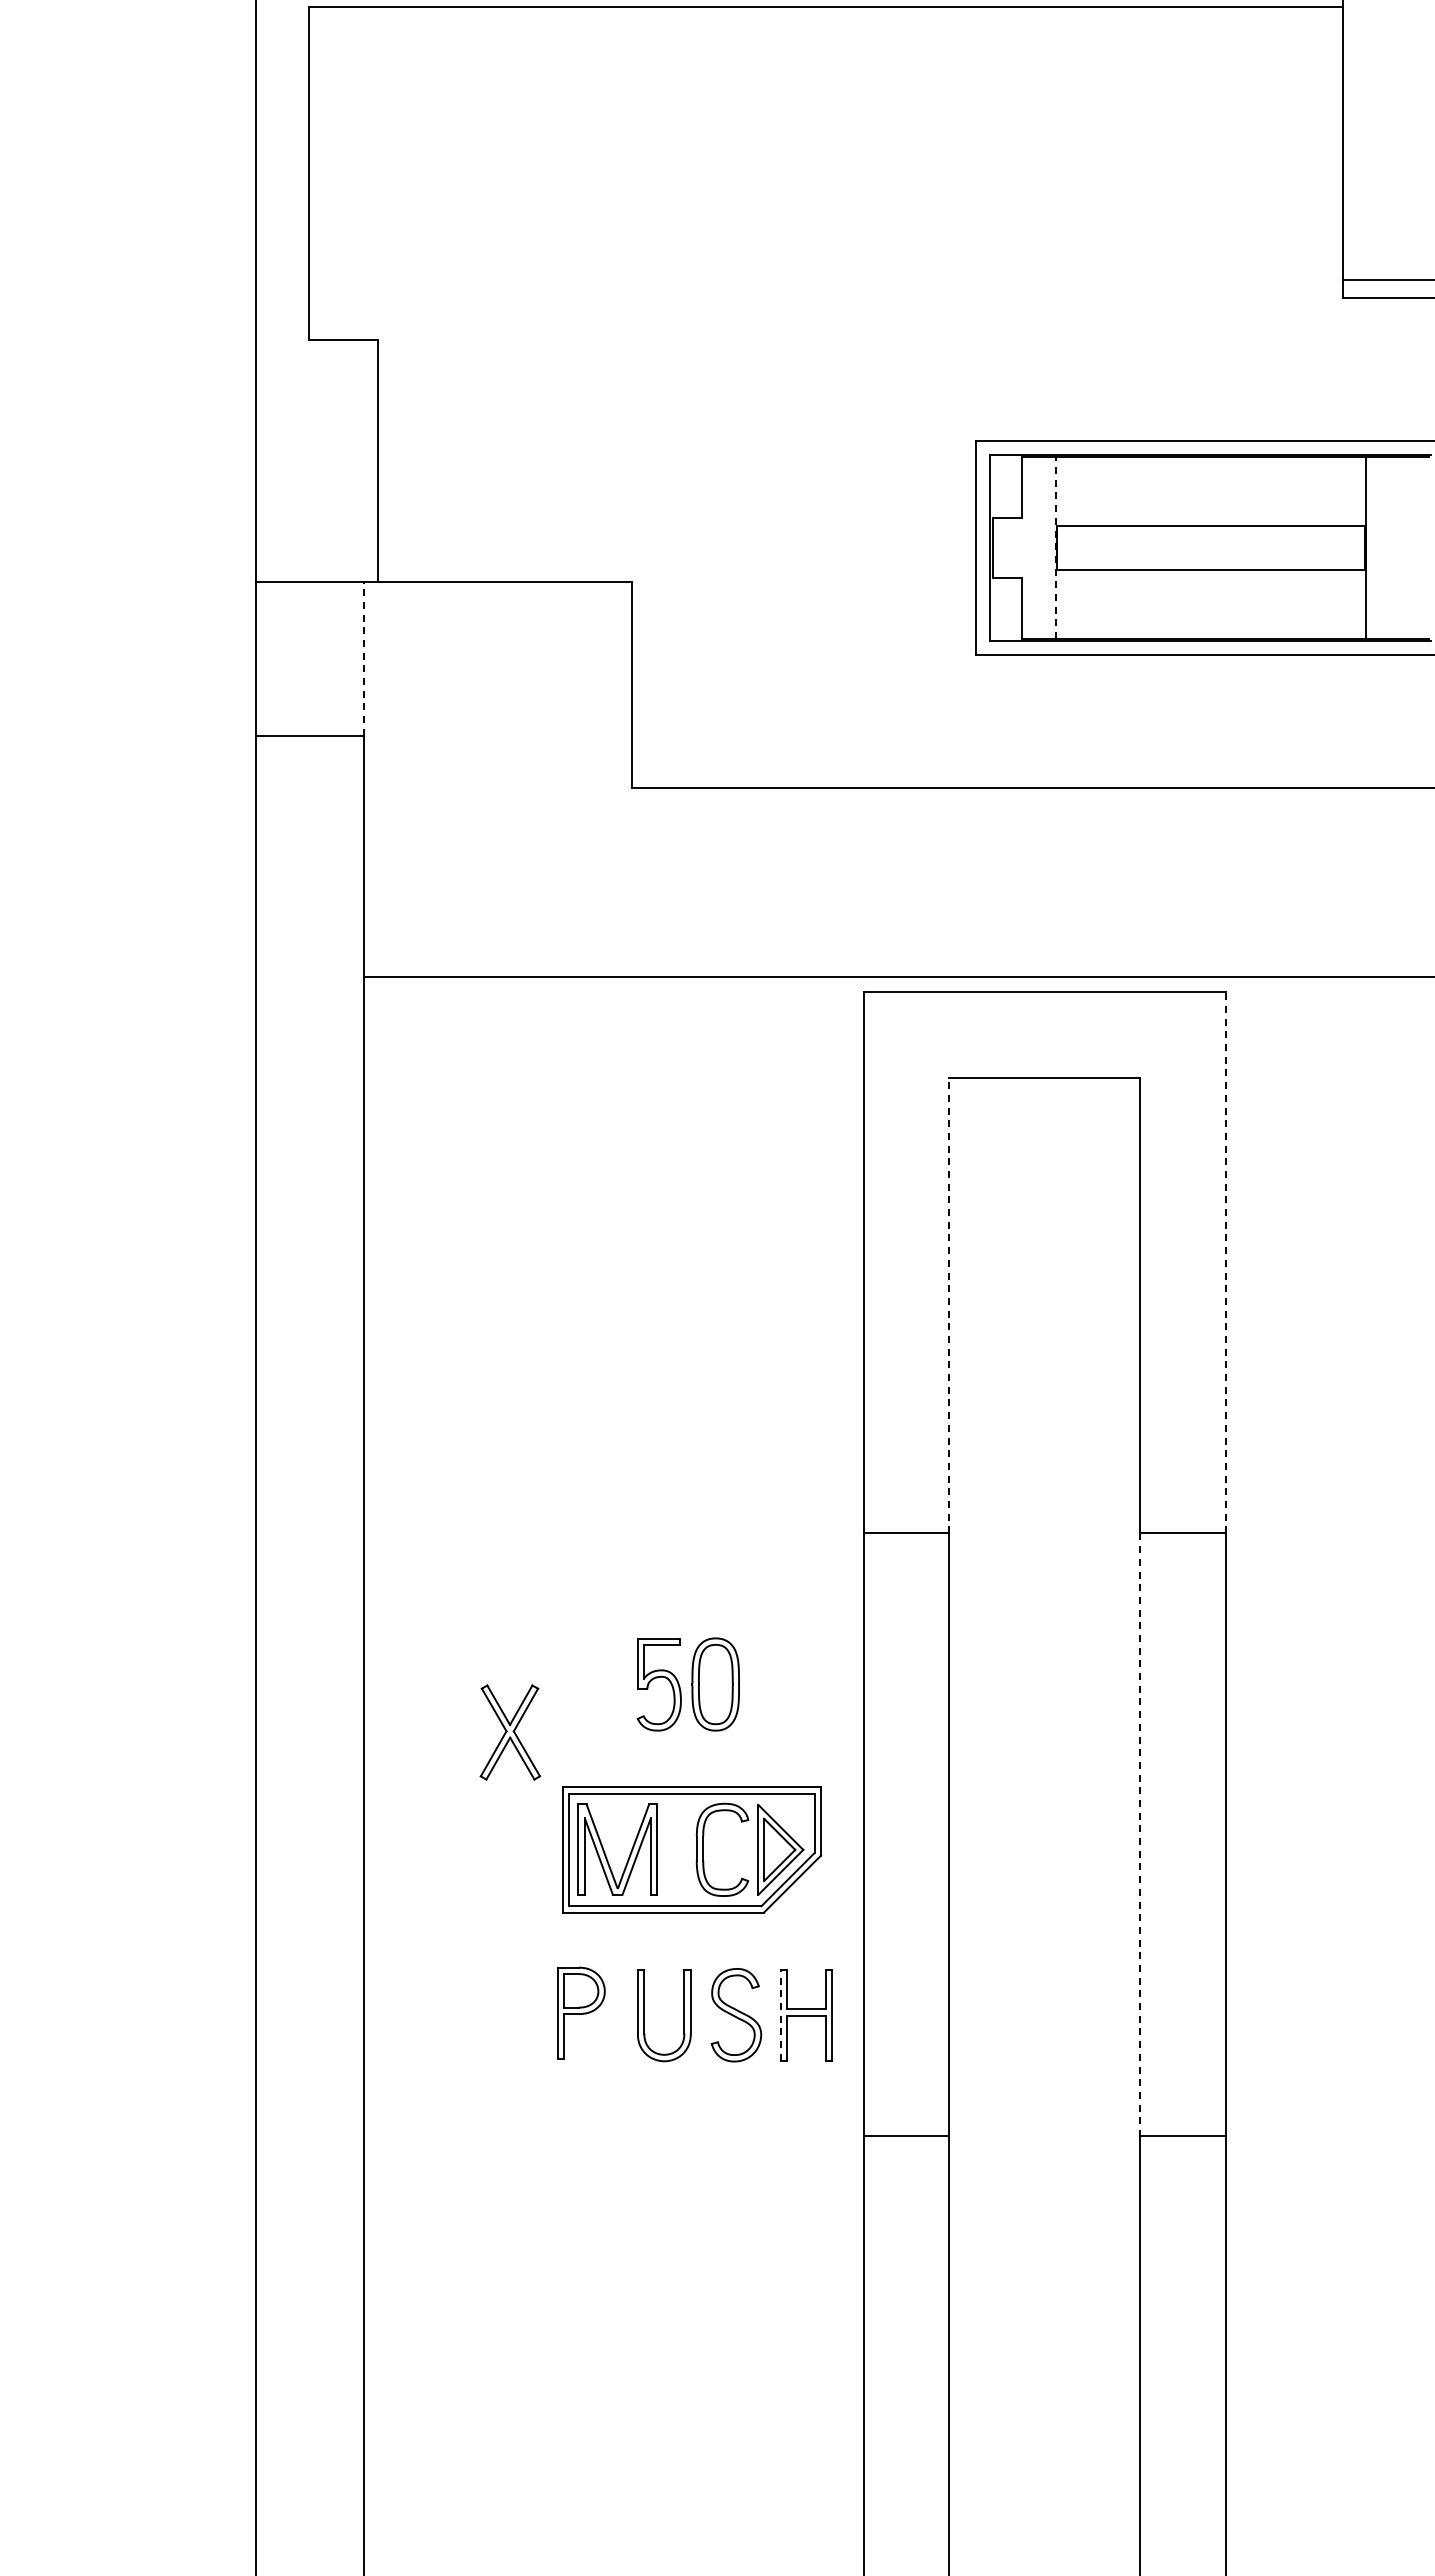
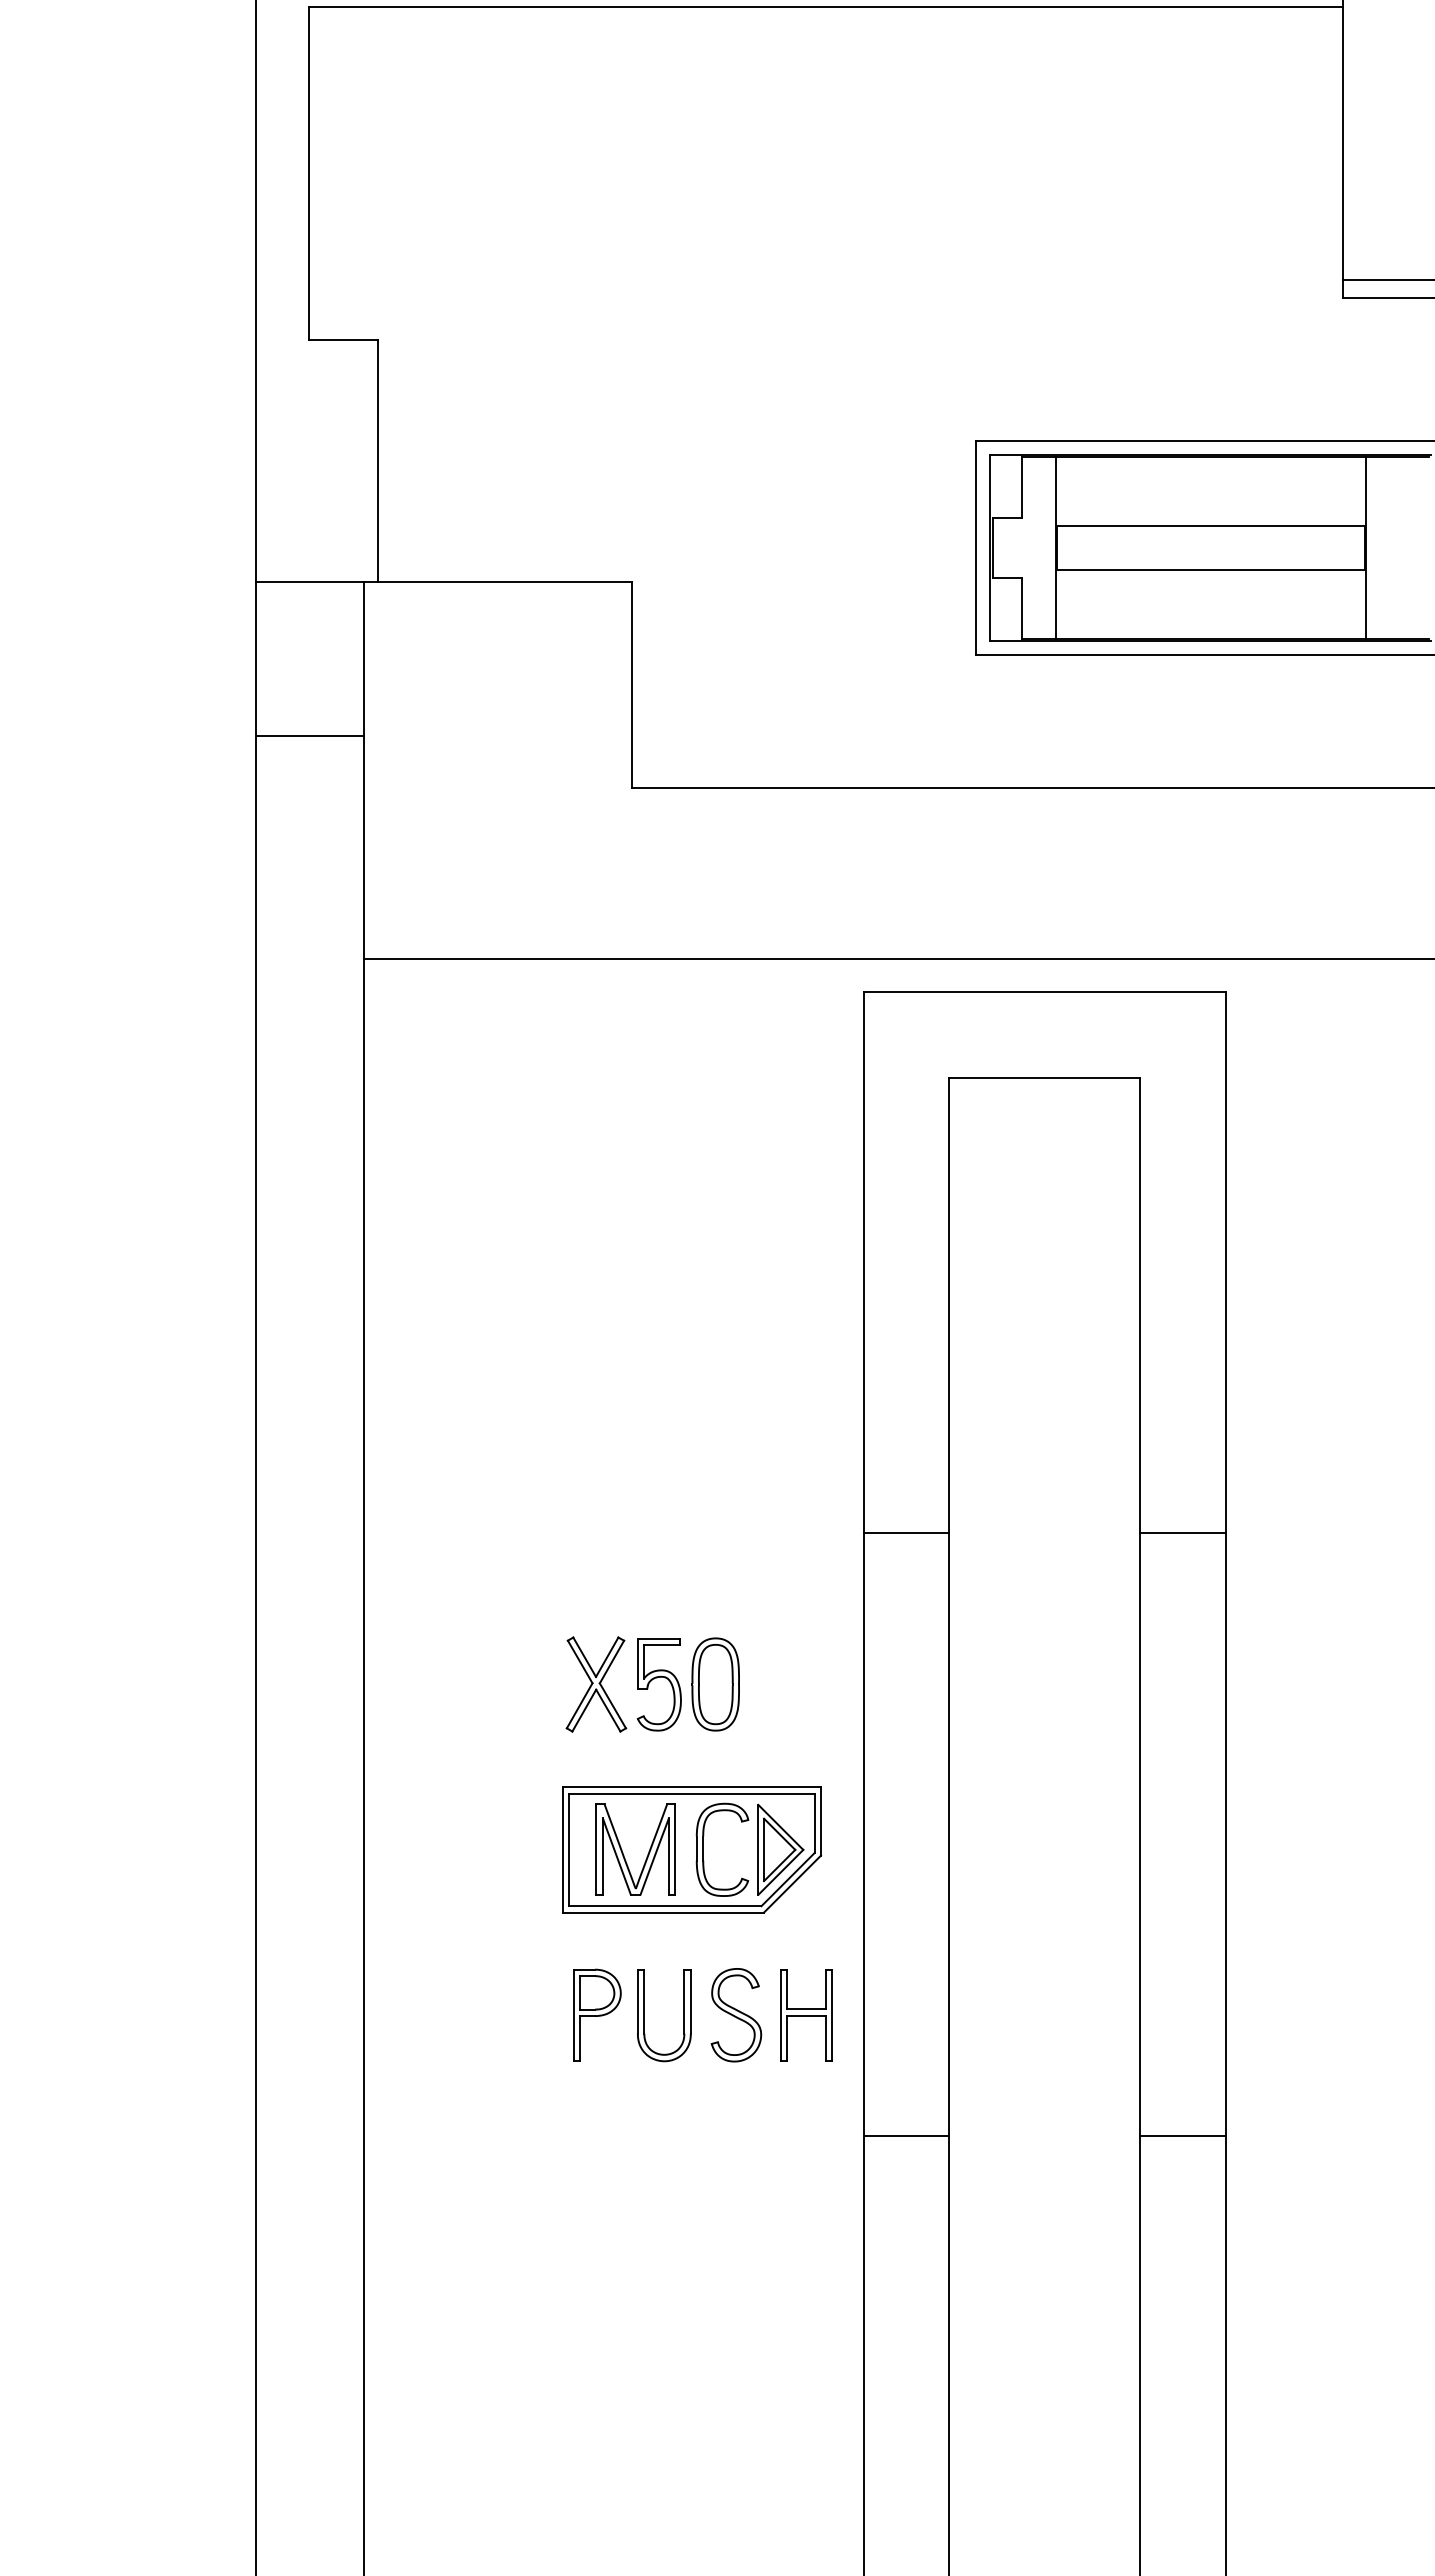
line at (1056, 547): dashed -> solid
line at (364, 659): dashed -> solid
line at (897, 976) position: (897, 976) -> (897, 958)
line at (1225, 1262): dashed -> solid
line at (949, 1305): dashed -> solid
part at (510, 1732) position: (510, 1732) -> (596, 1684)
line at (1140, 1835): dashed -> solid
part at (605, 1852) position: (605, 1852) -> (623, 1852)
part at (581, 2012) position: (581, 2012) -> (597, 2014)
line at (781, 2014): dashed -> solid
